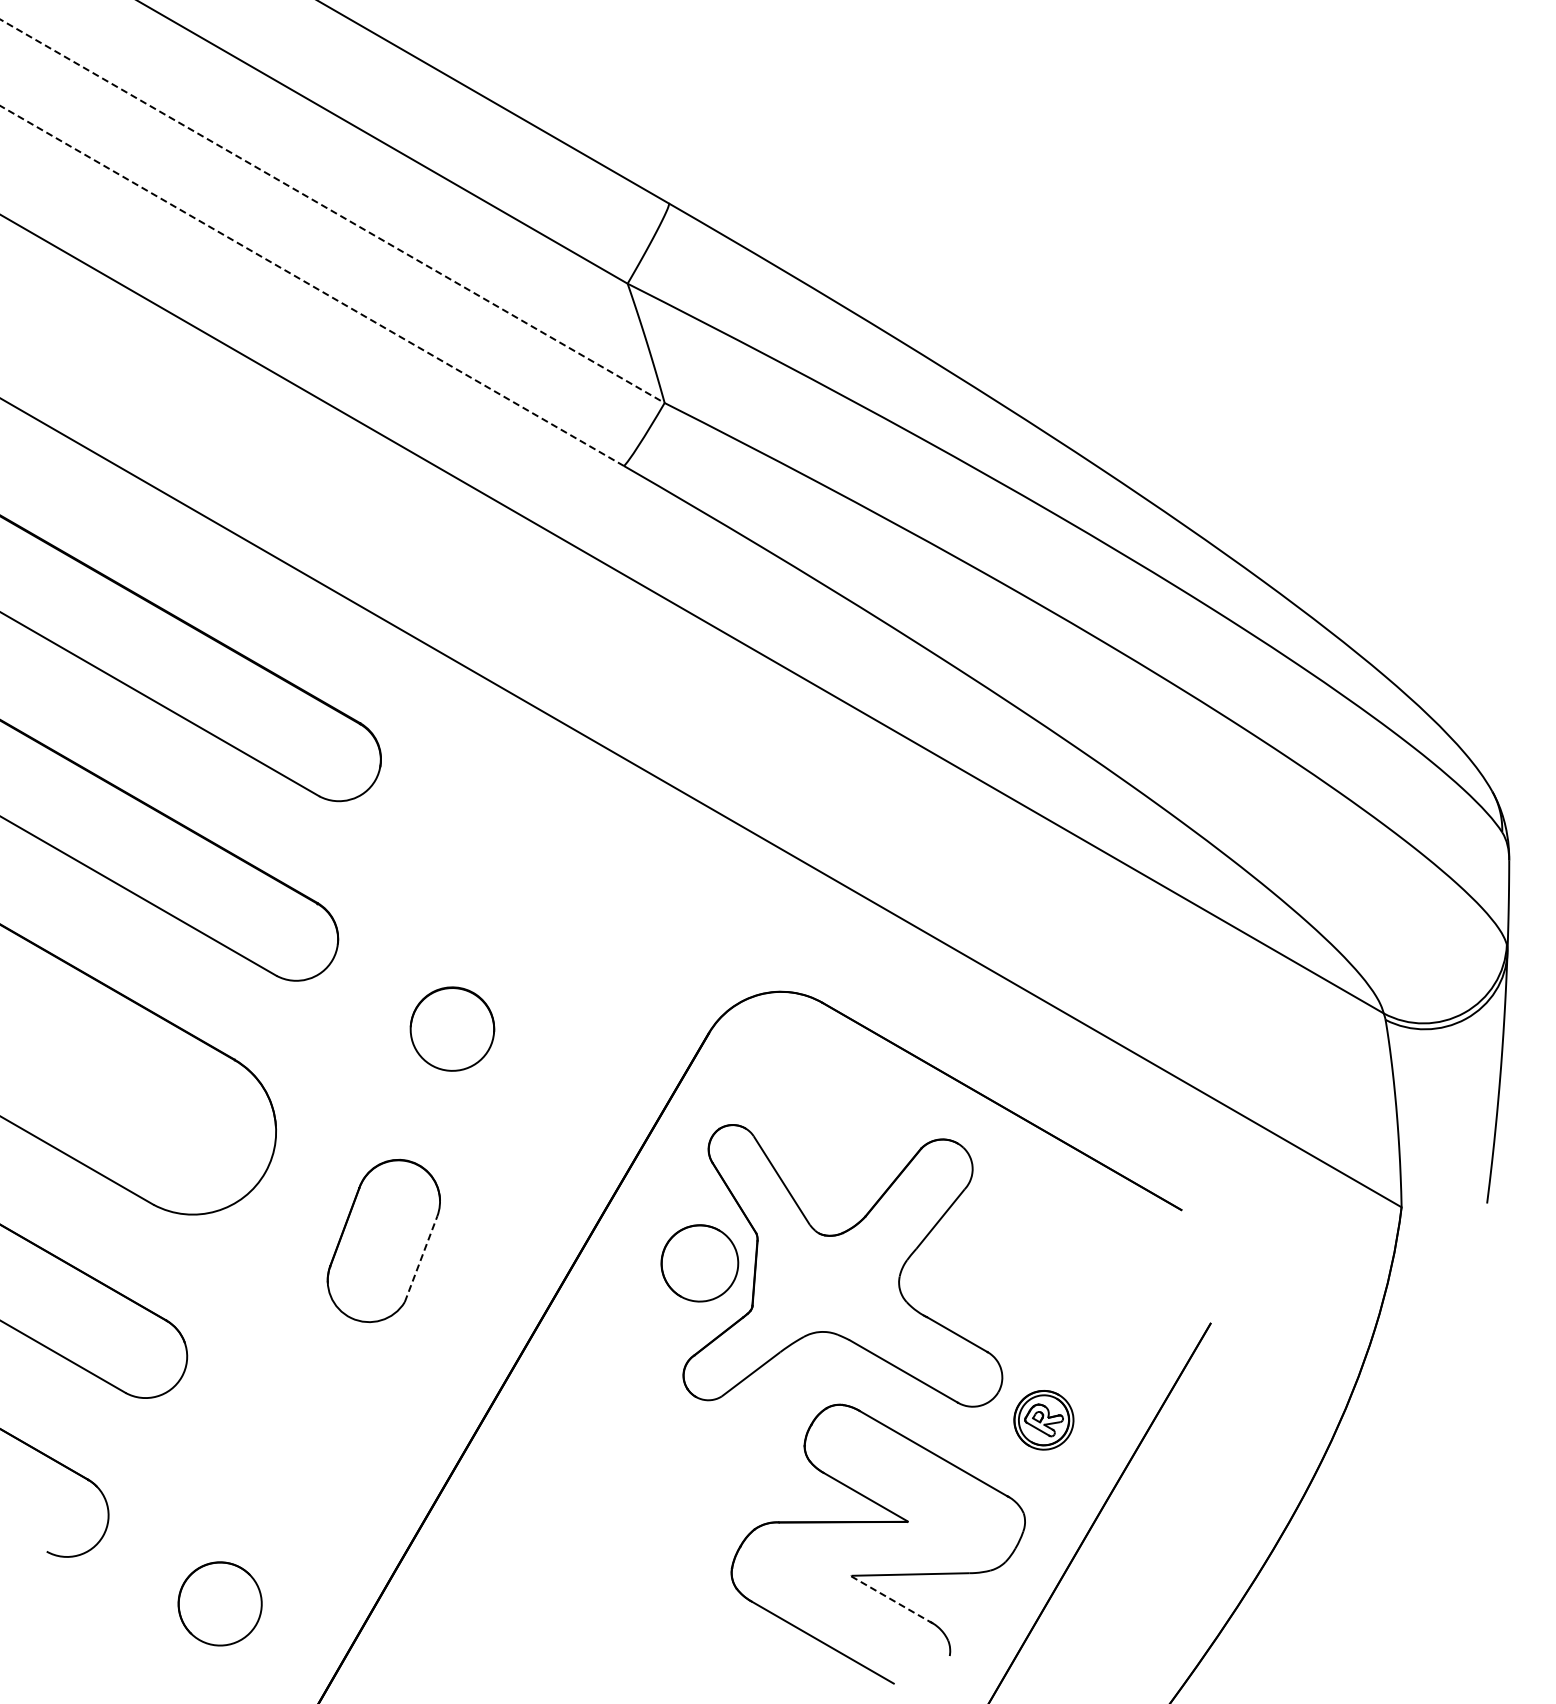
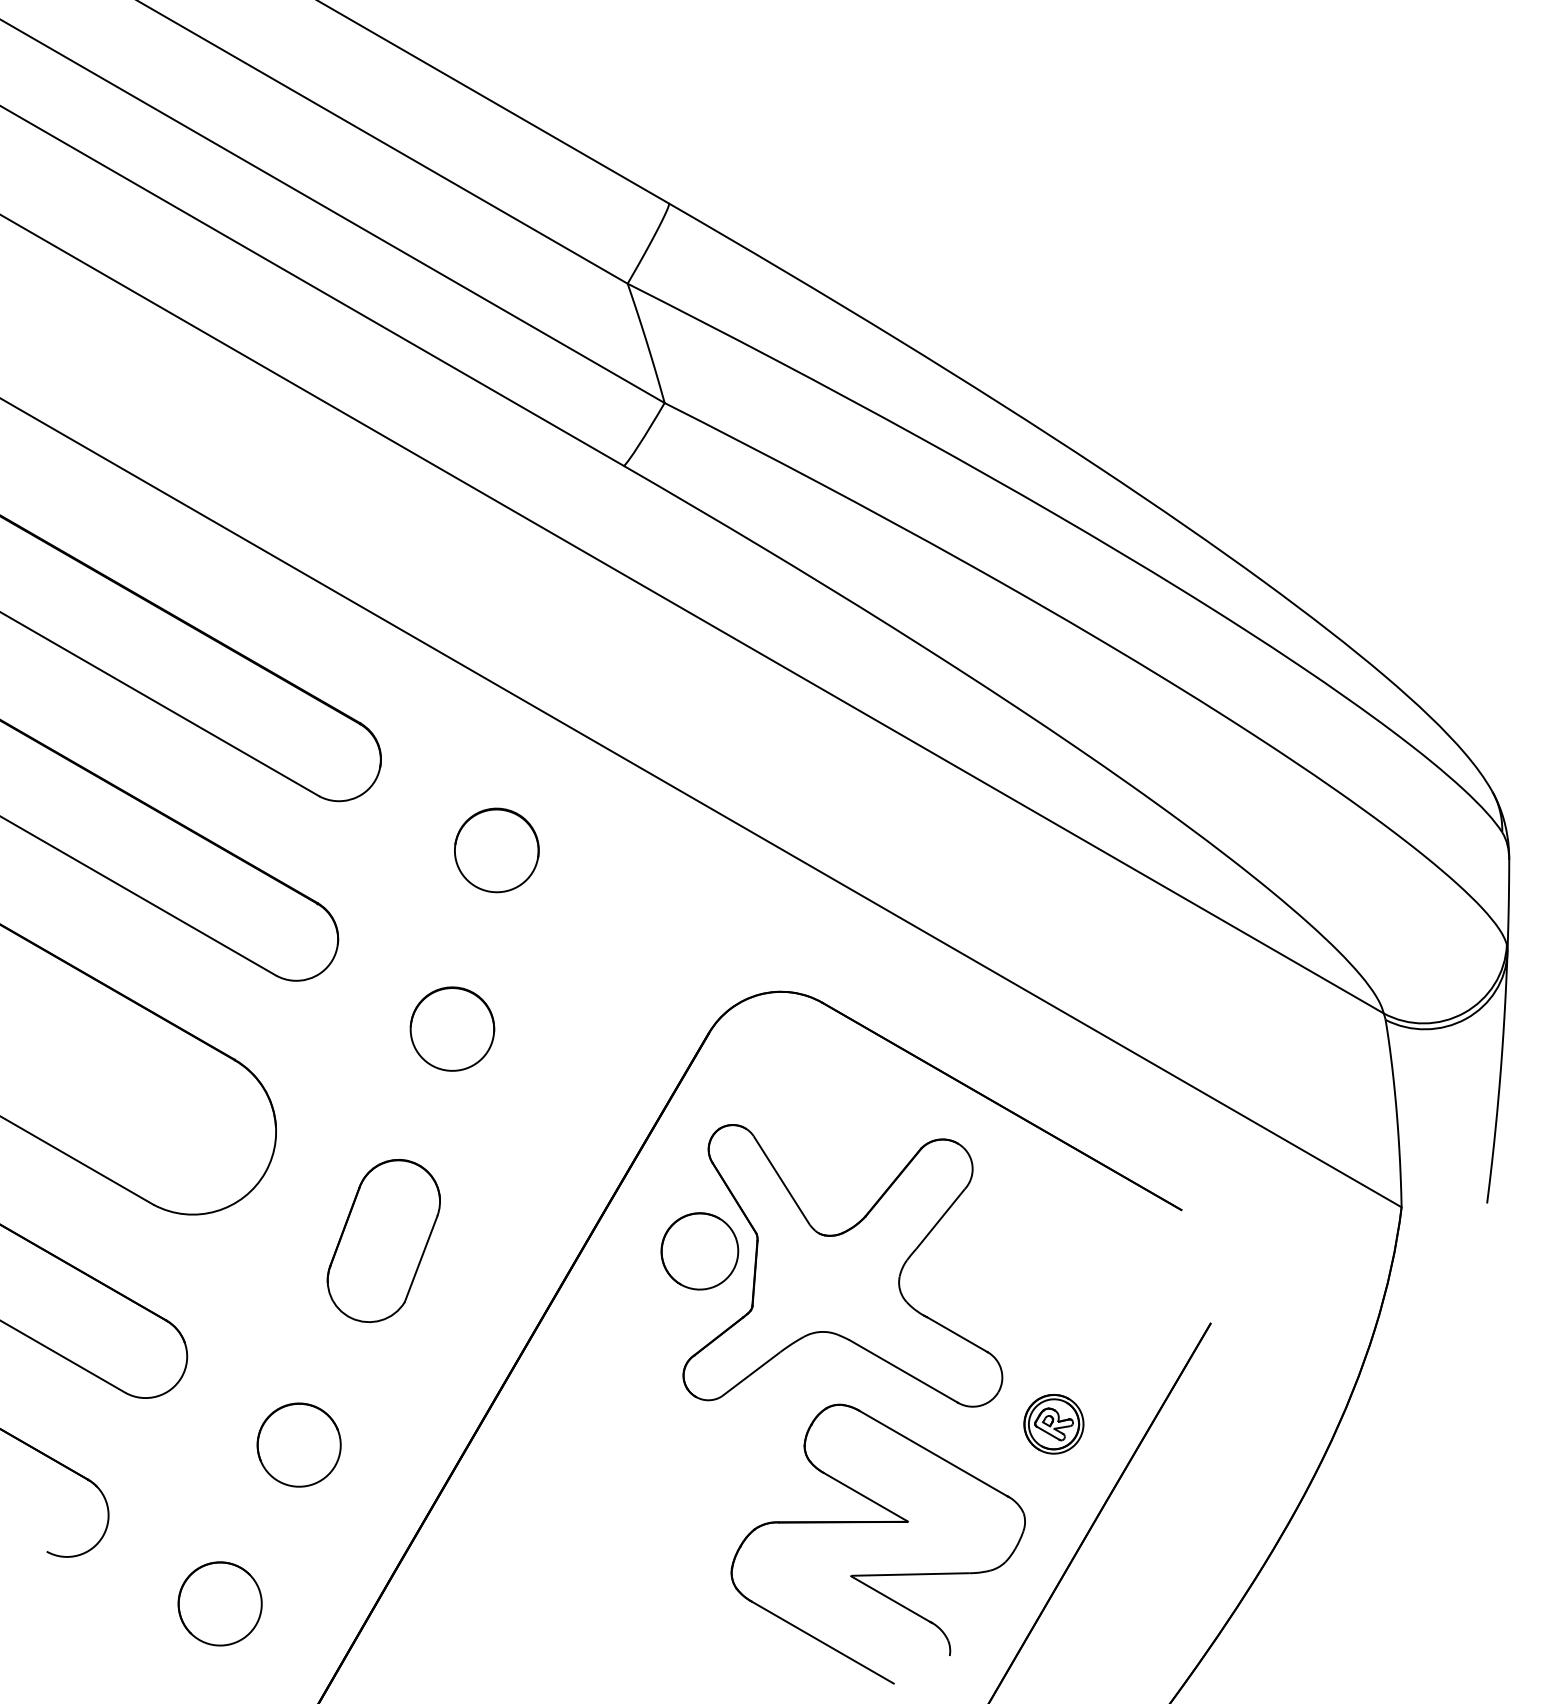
line at (333, 211): dashed -> solid
line at (311, 285): dashed -> solid
part at (496, 850): none -> present
line at (421, 1259): dashed -> solid
part at (699, 1263) position: (699, 1263) -> (699, 1251)
part at (1043, 1420) position: (1043, 1420) -> (1053, 1424)
part at (298, 1444): none -> present
line at (890, 1599): dashed -> solid
